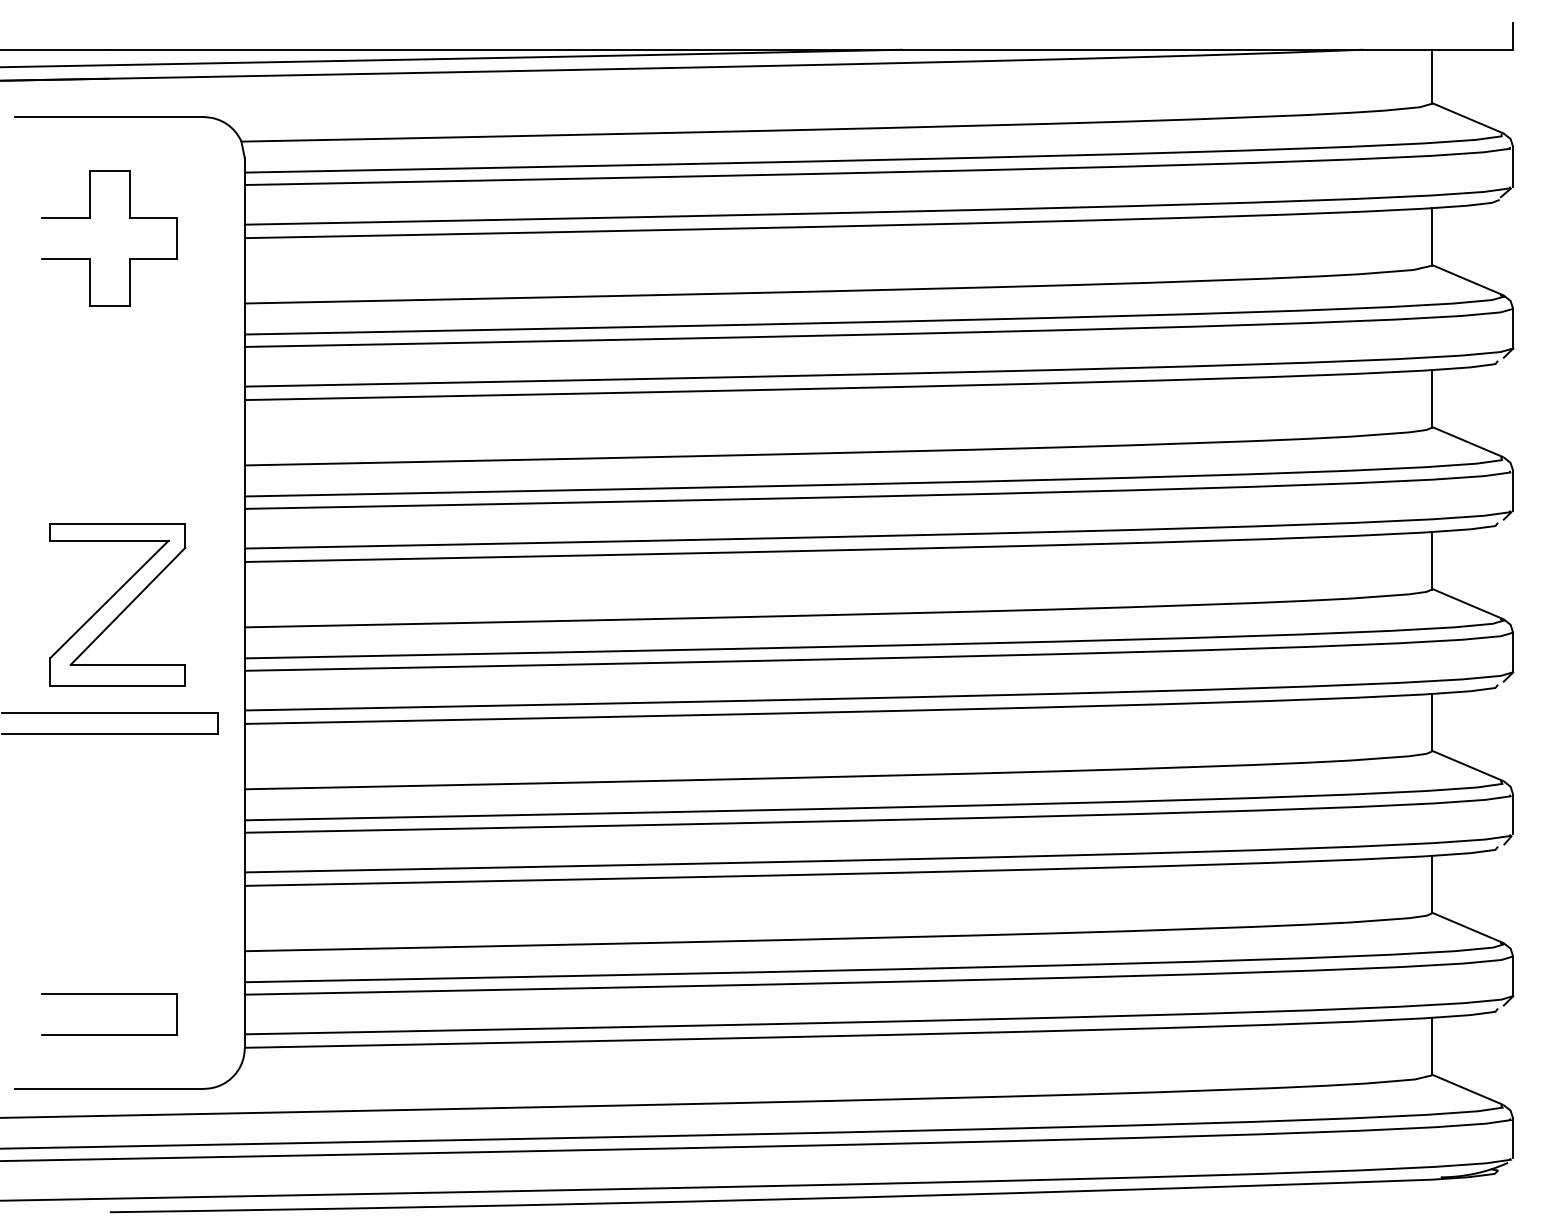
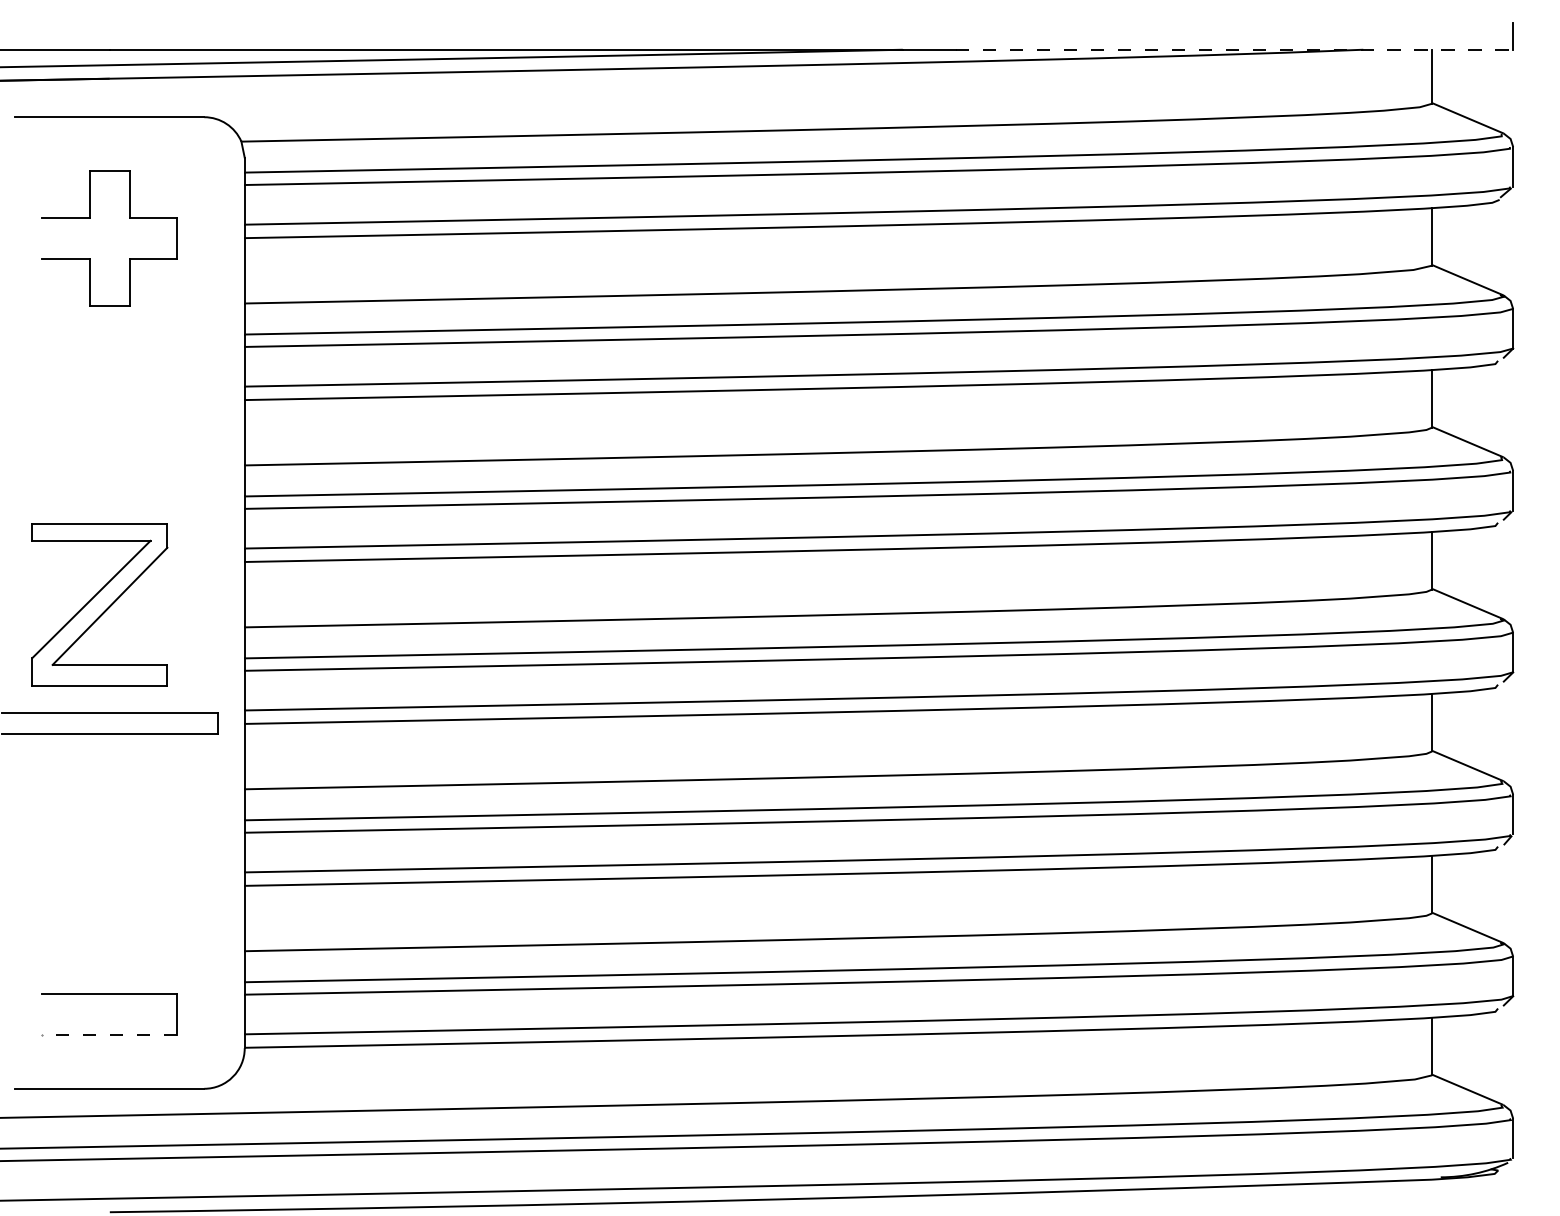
line at (1234, 49): solid -> dashed
part at (117, 604) position: (117, 604) -> (99, 604)
line at (109, 1034): solid -> dashed
